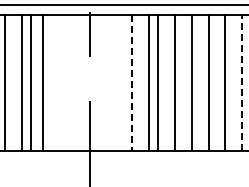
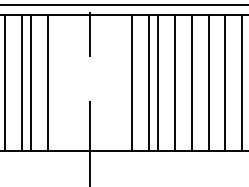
line at (42, 82) position: (42, 82) -> (47, 82)
line at (132, 82): dashed -> solid
line at (242, 82): dashed -> solid
